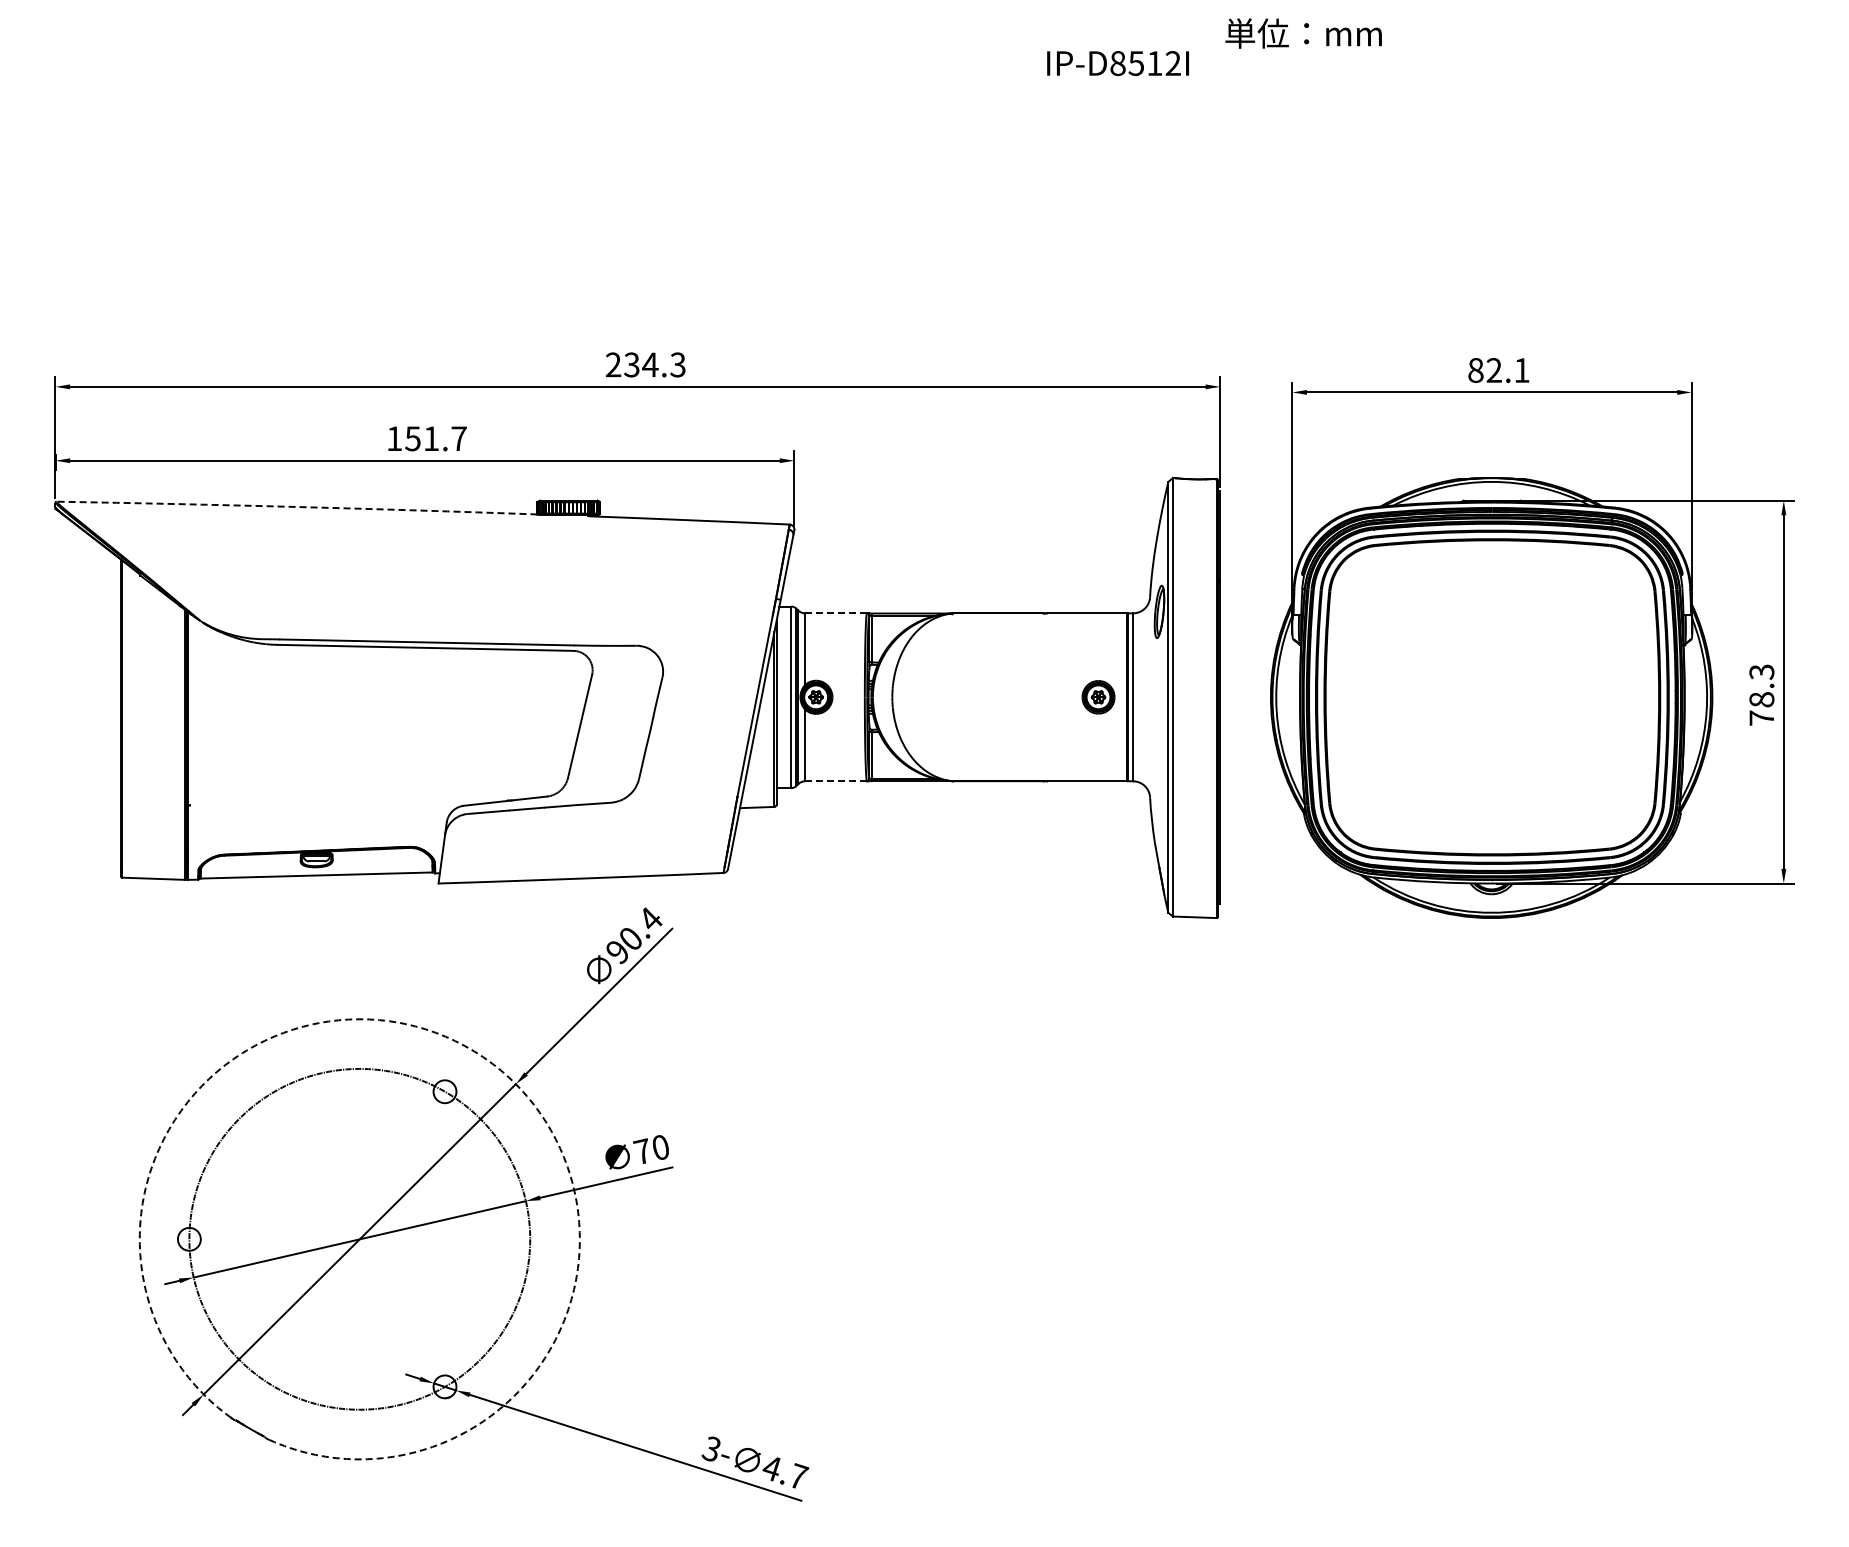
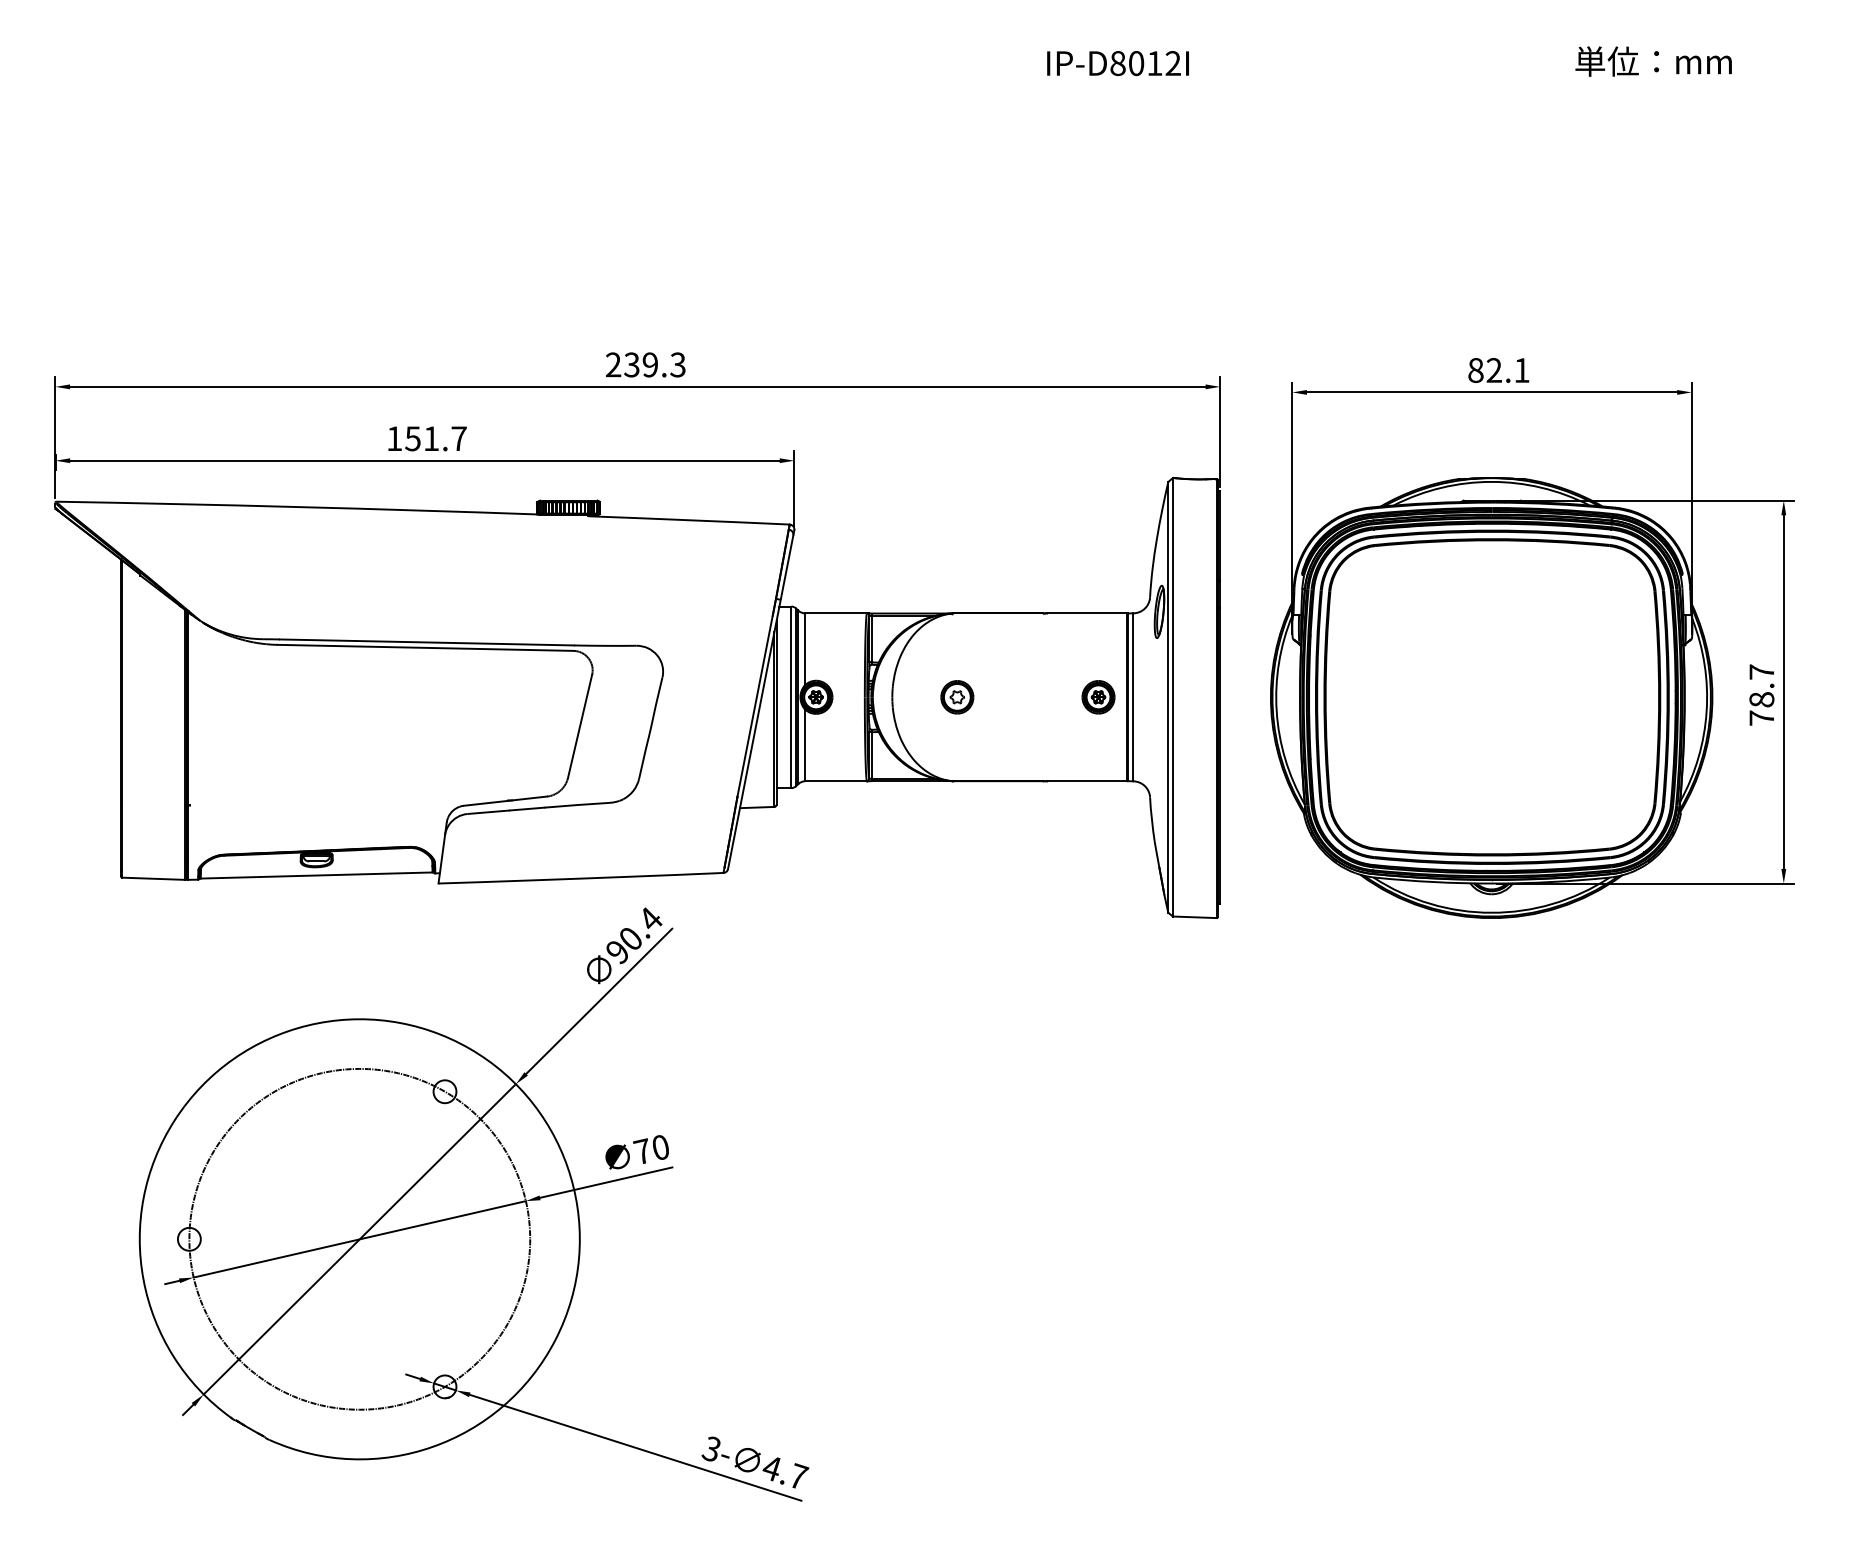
text at (1303, 33) position: (1303, 33) -> (1653, 61)
text at (1136, 63): IP-D8512I -> IP-D8012I
text at (650, 364): 234.3 -> 239.3
arc at (297, 507): dashed -> solid
line at (836, 613): dashed -> solid
text at (1761, 671): 78.3 -> 78.7
part at (957, 697): none -> present
line at (836, 781): dashed -> solid
arc at (469, 1048): dashed -> solid
